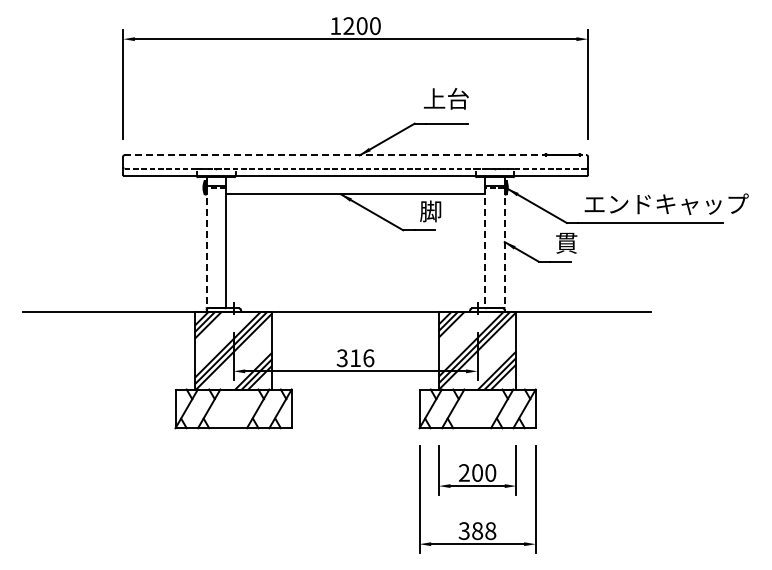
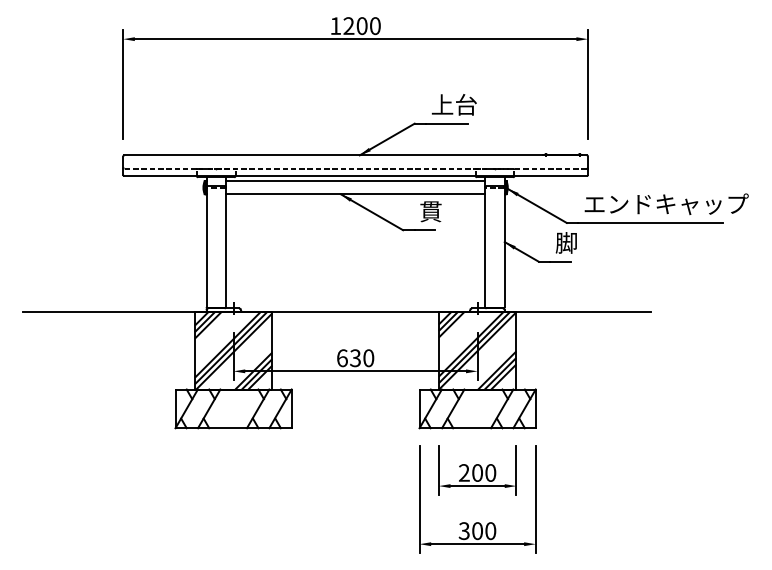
text at (445, 98) position: (445, 98) -> (453, 104)
line at (356, 155): dashed -> solid
line at (355, 181): none -> present
text at (430, 211): 脚 -> 貫
text at (566, 242): 貫 -> 脚
line at (206, 247): dashed -> solid
line at (485, 247): dashed -> solid
line at (504, 247): dashed -> solid
text at (355, 358): 316 -> 630
text at (484, 530): 388 -> 300
